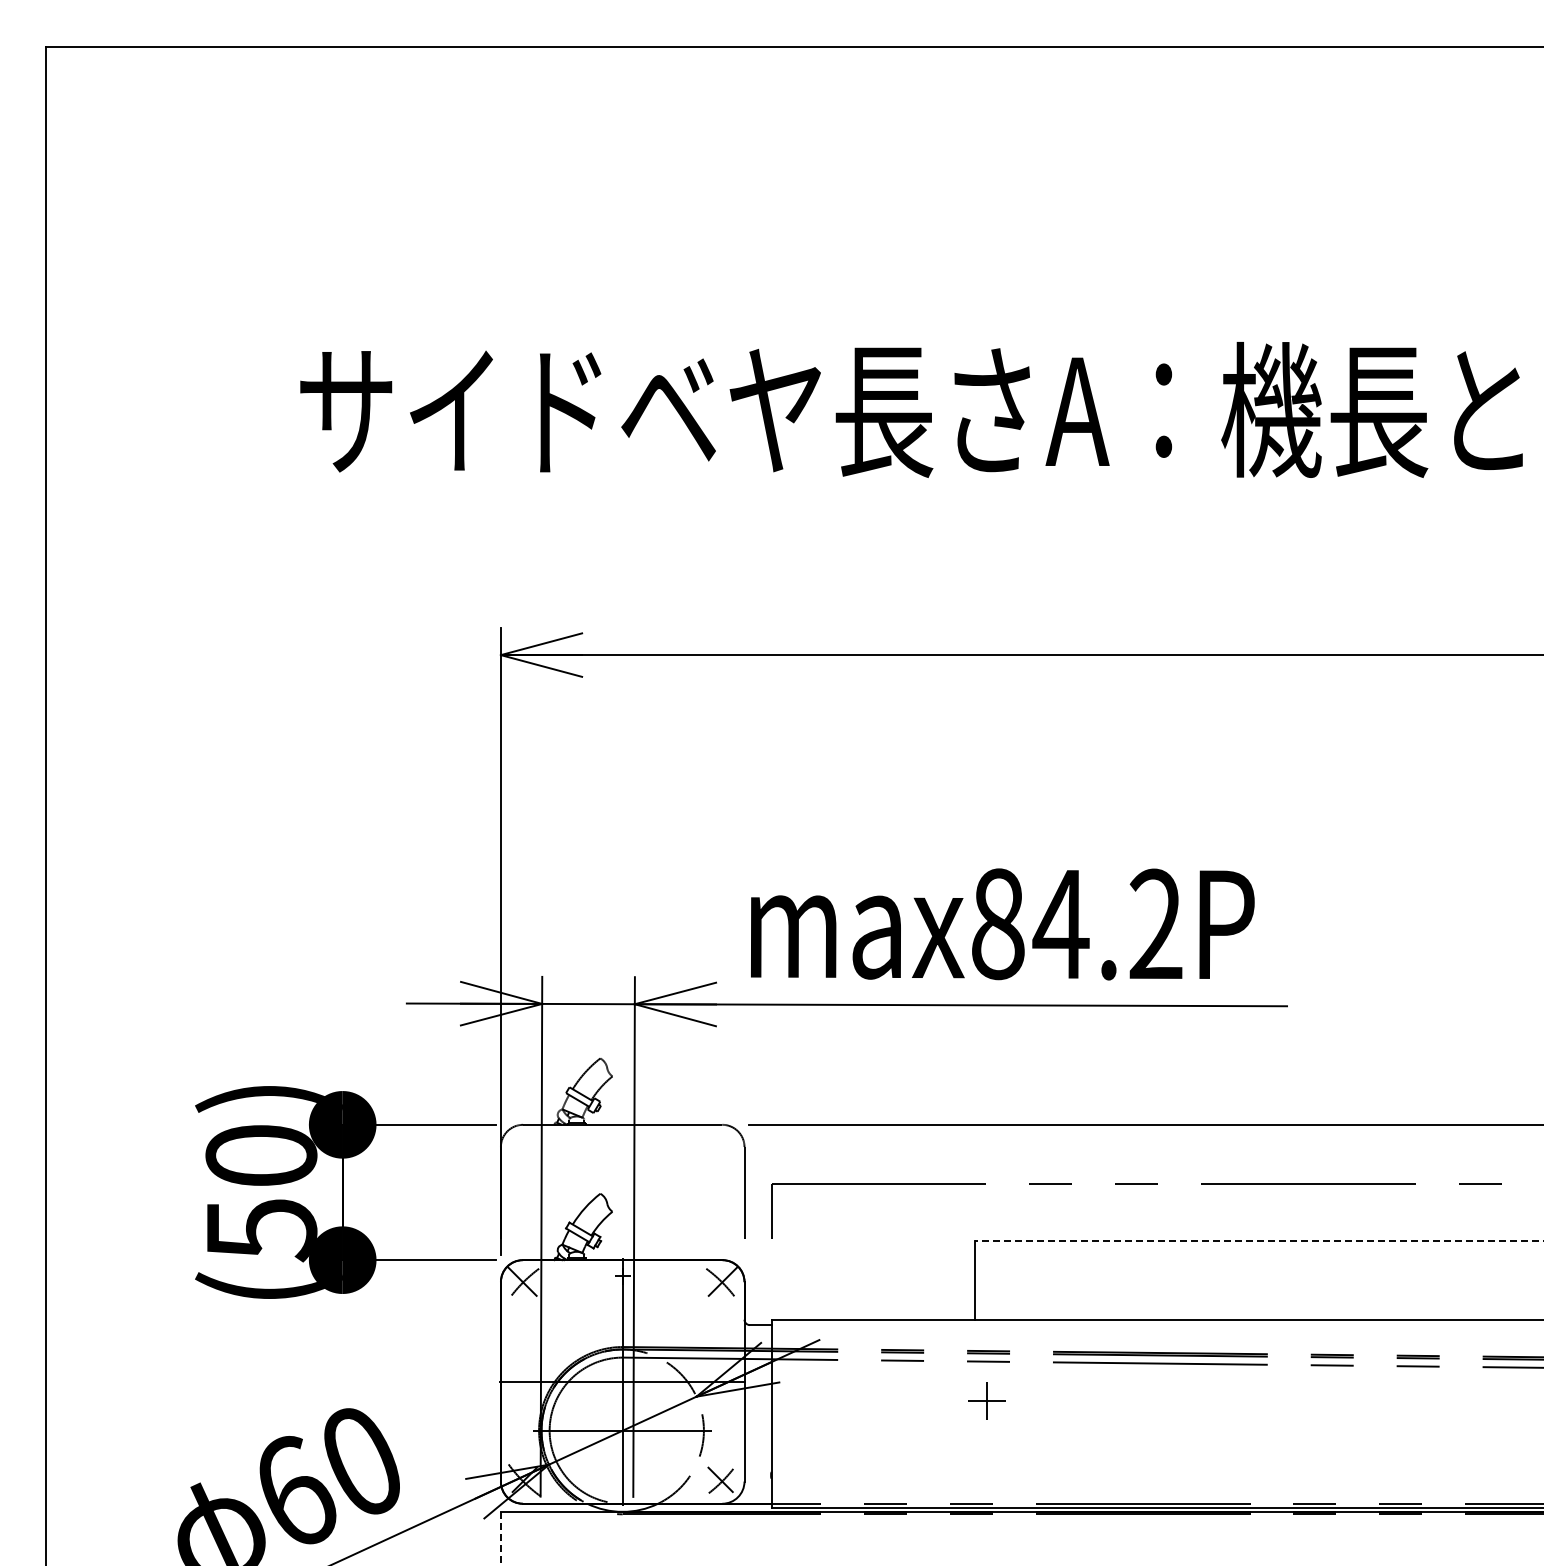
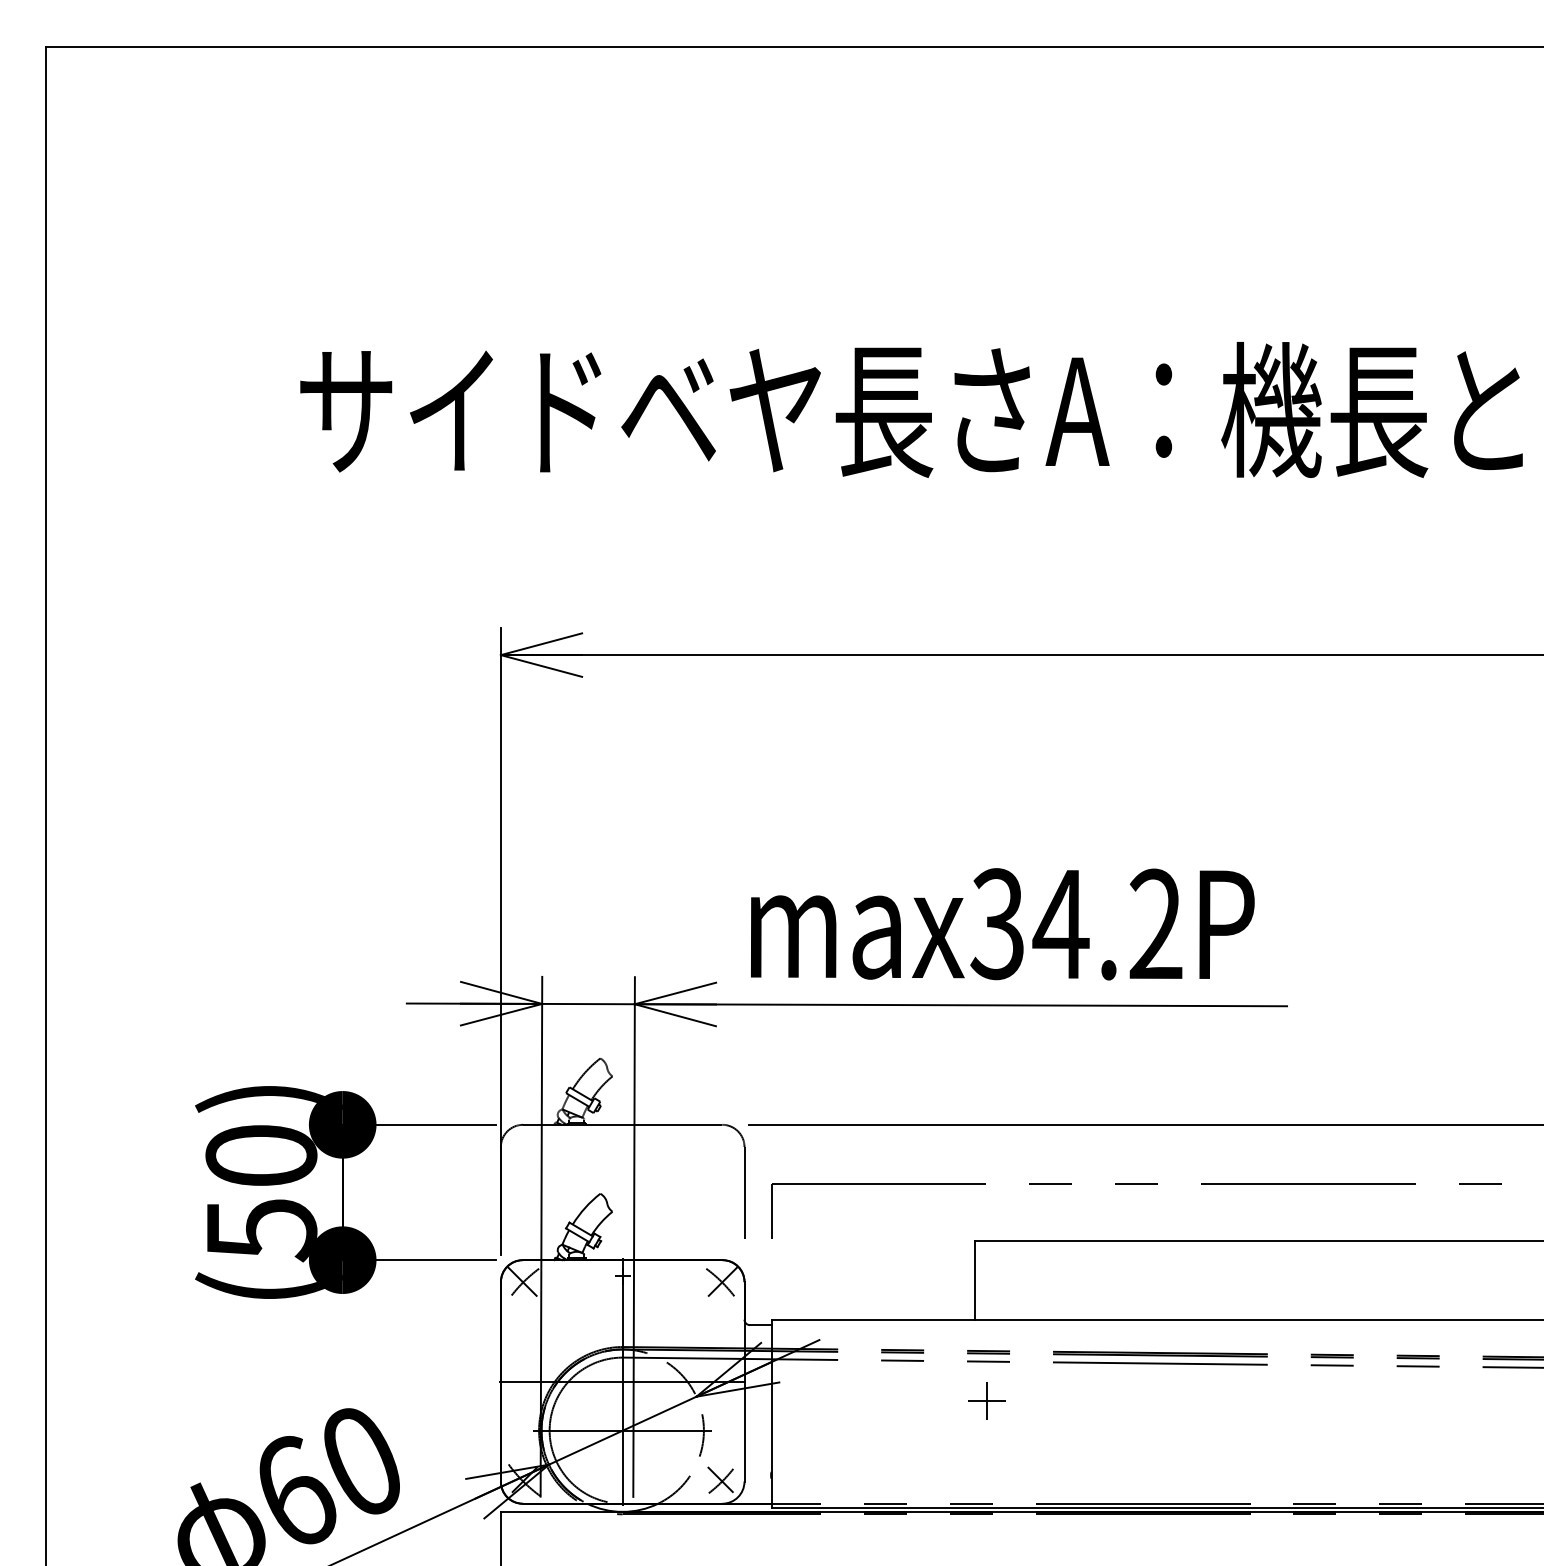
text at (997, 924): max84.2P -> max34.2P
line at (1258, 1241): dashed -> solid
line at (500, 1538): dashed -> solid
